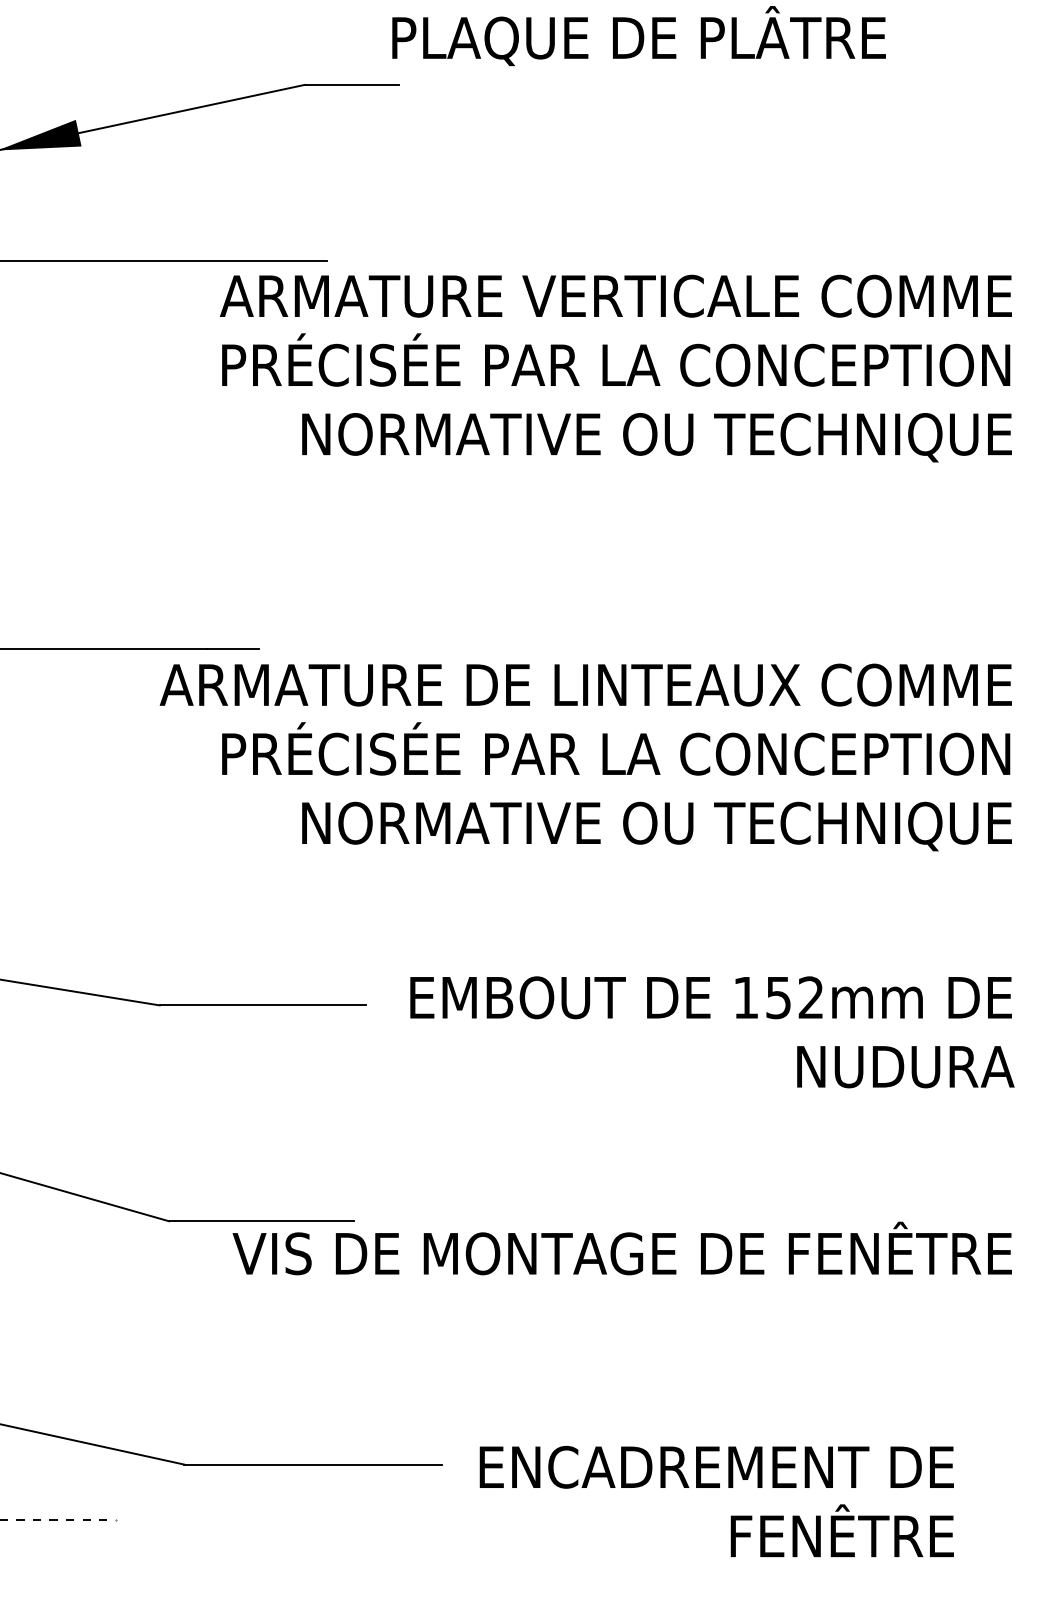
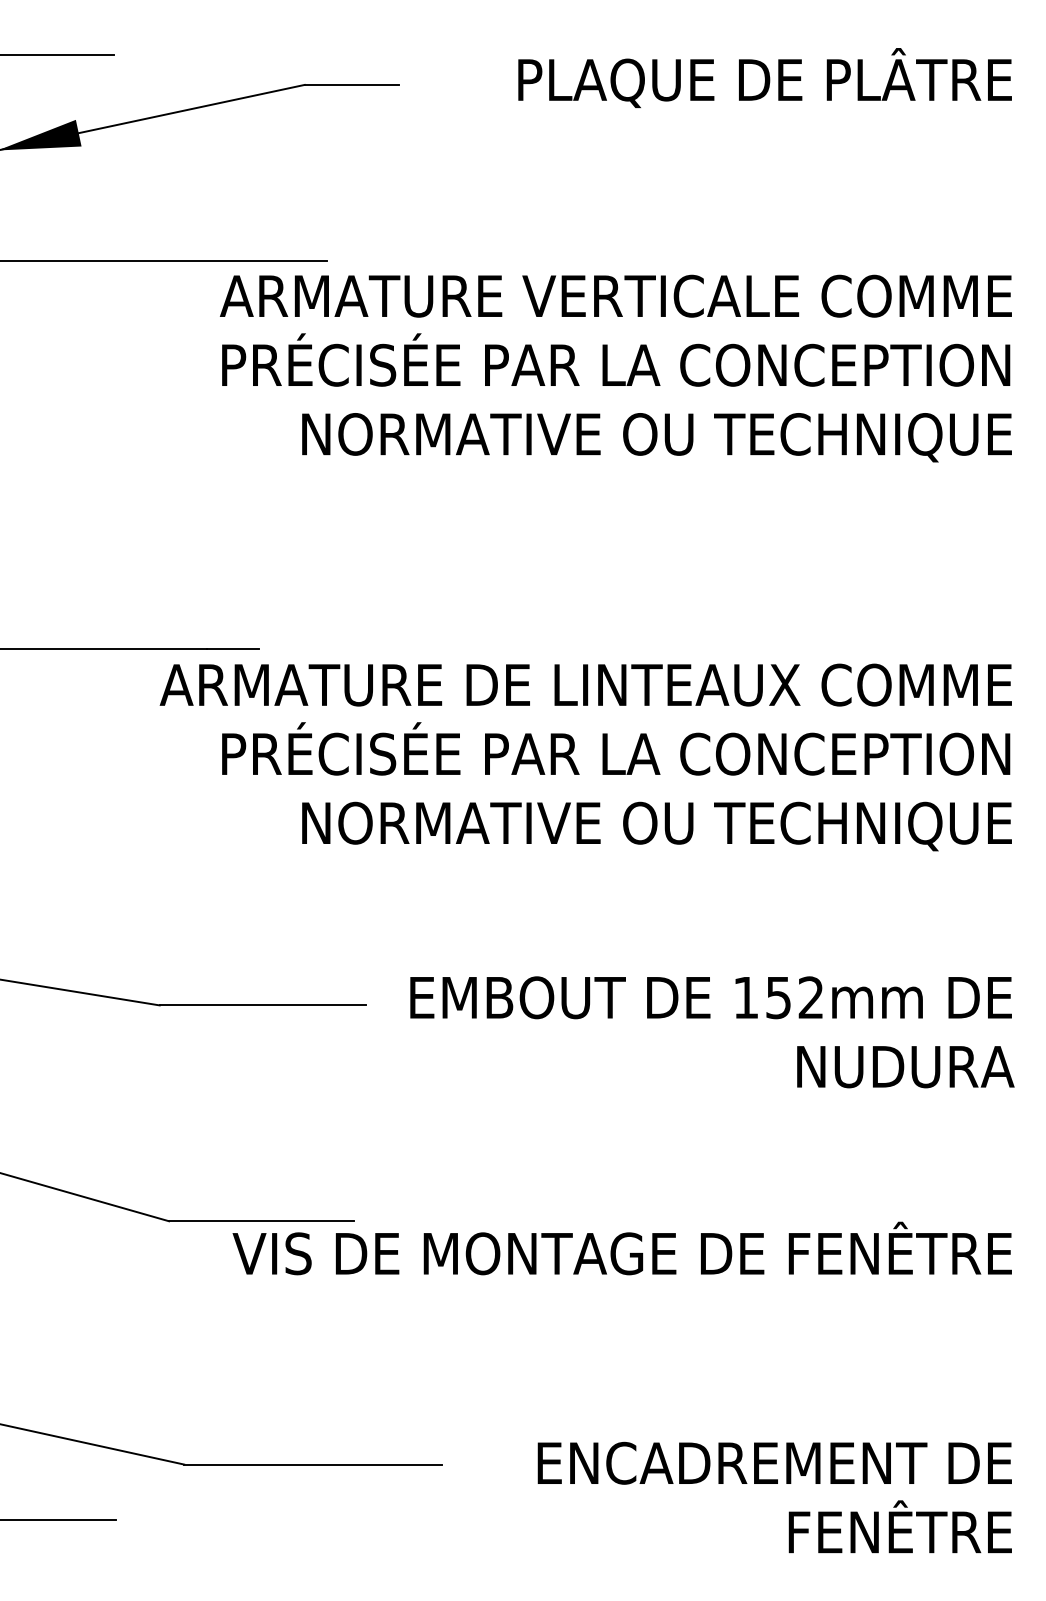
text at (638, 36) position: (638, 36) -> (764, 78)
line at (58, 55): none -> present
text at (716, 1501) position: (716, 1501) -> (774, 1497)
line at (58, 1520): dashed -> solid
